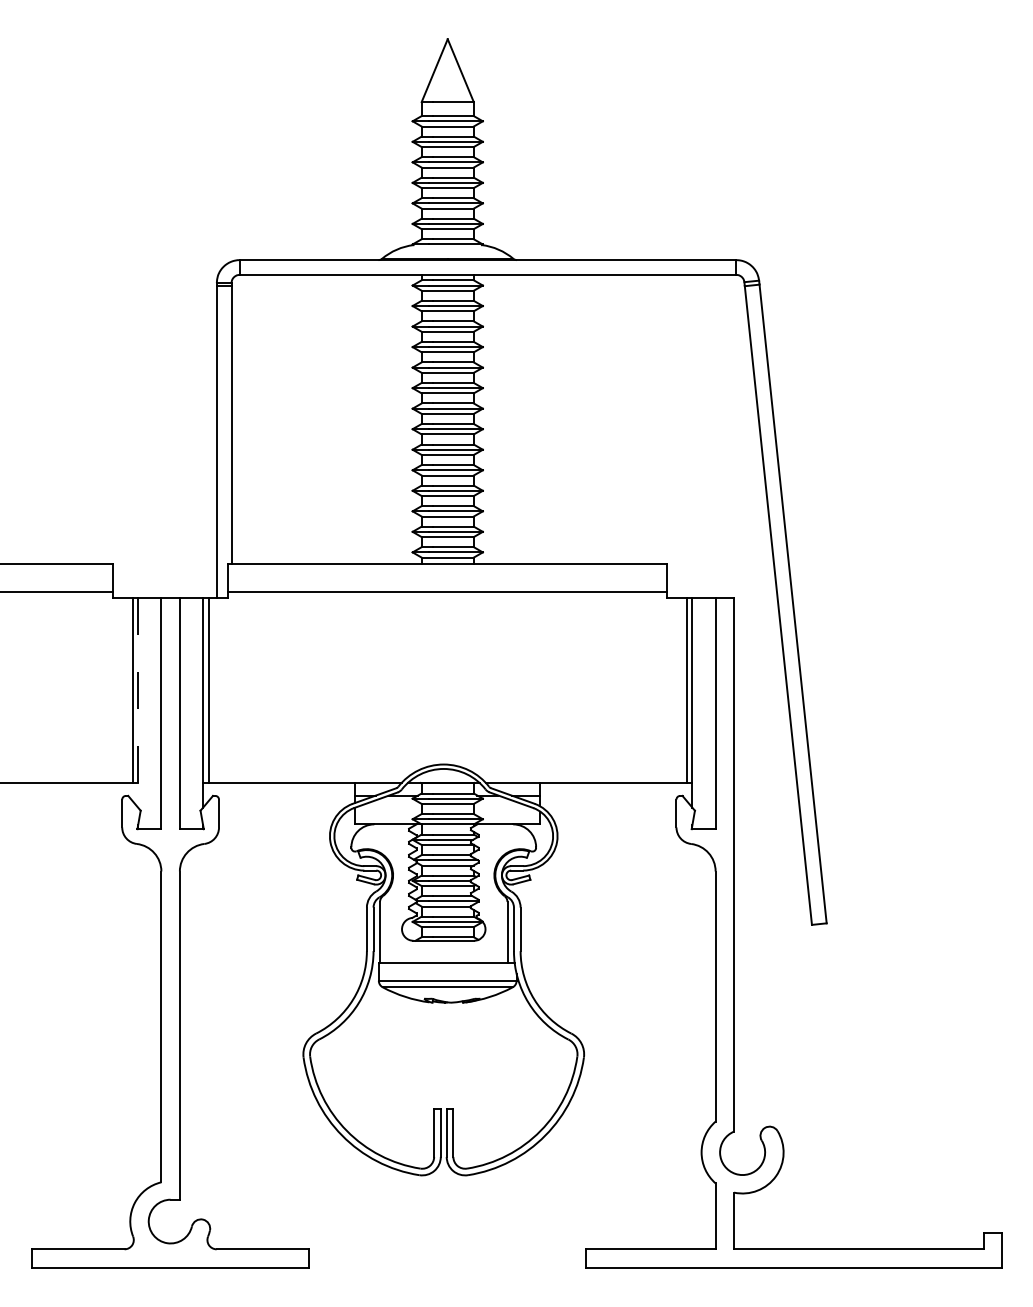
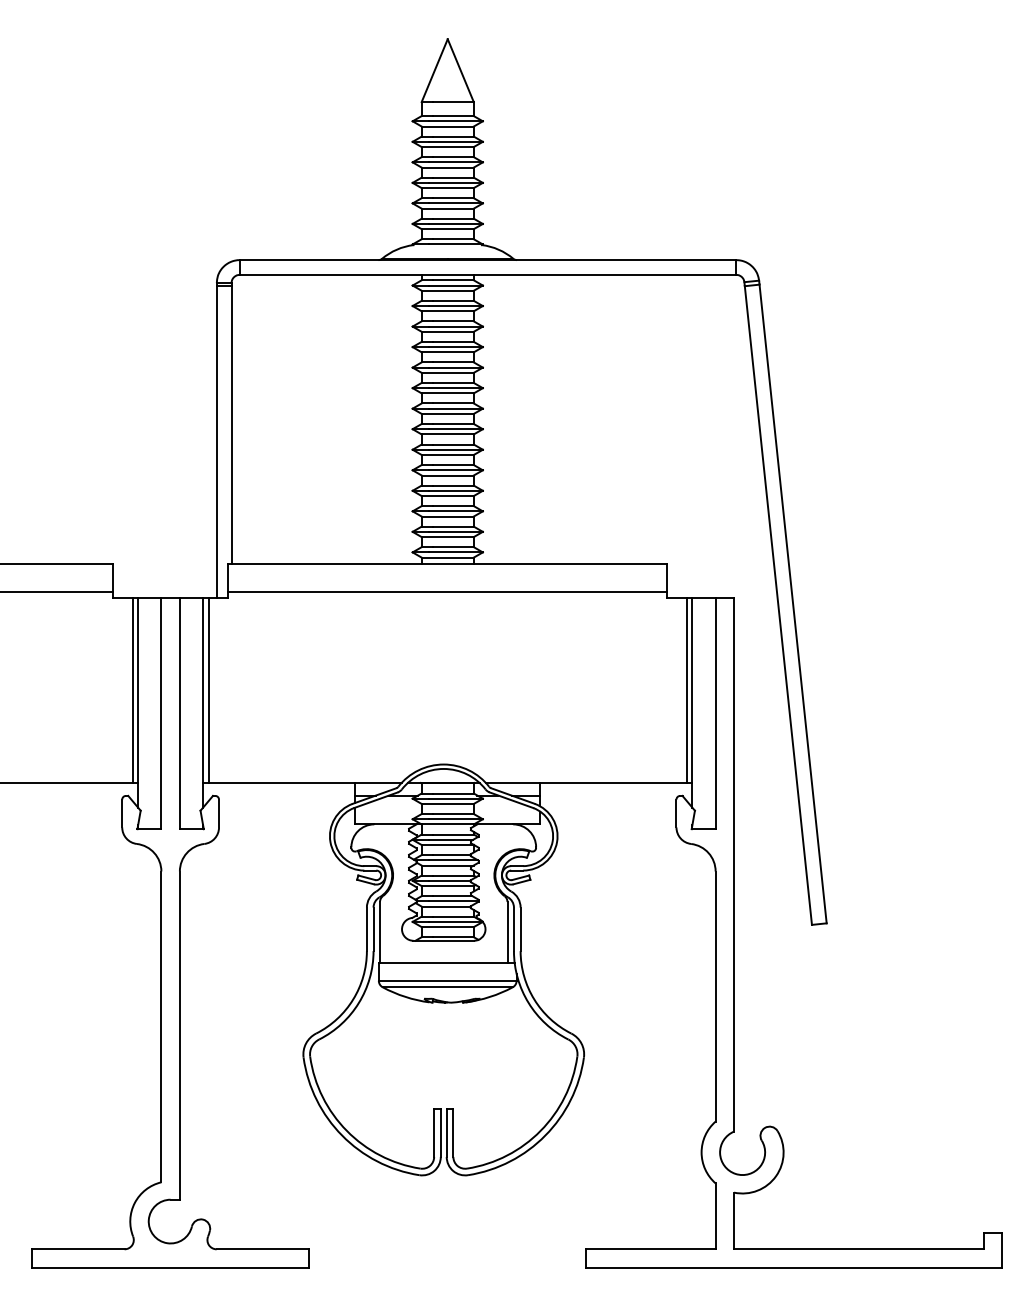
line at (138, 702): dashed -> solid
